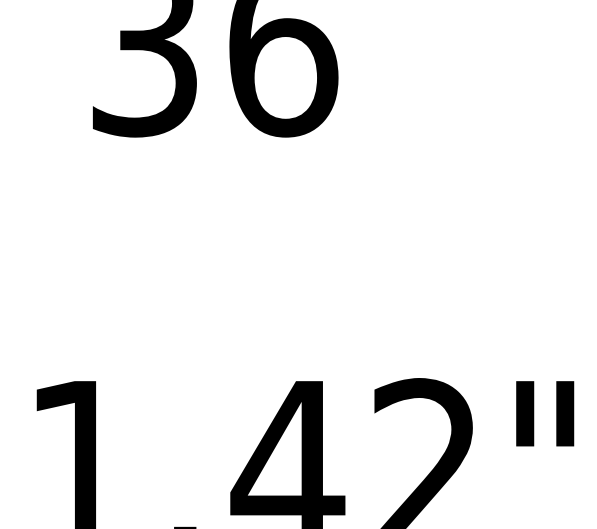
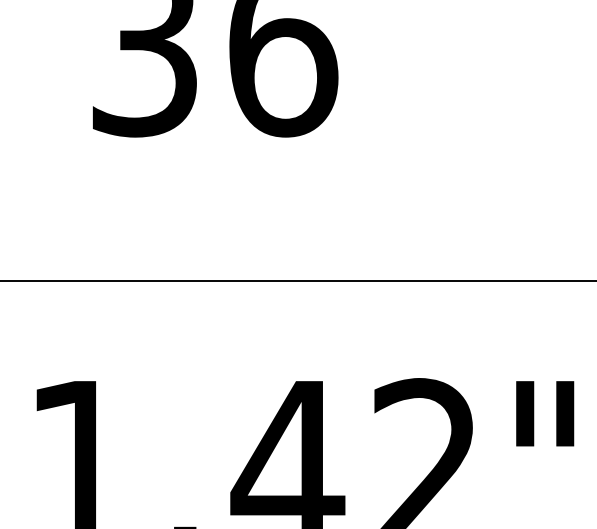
line at (297, 281): none -> present
